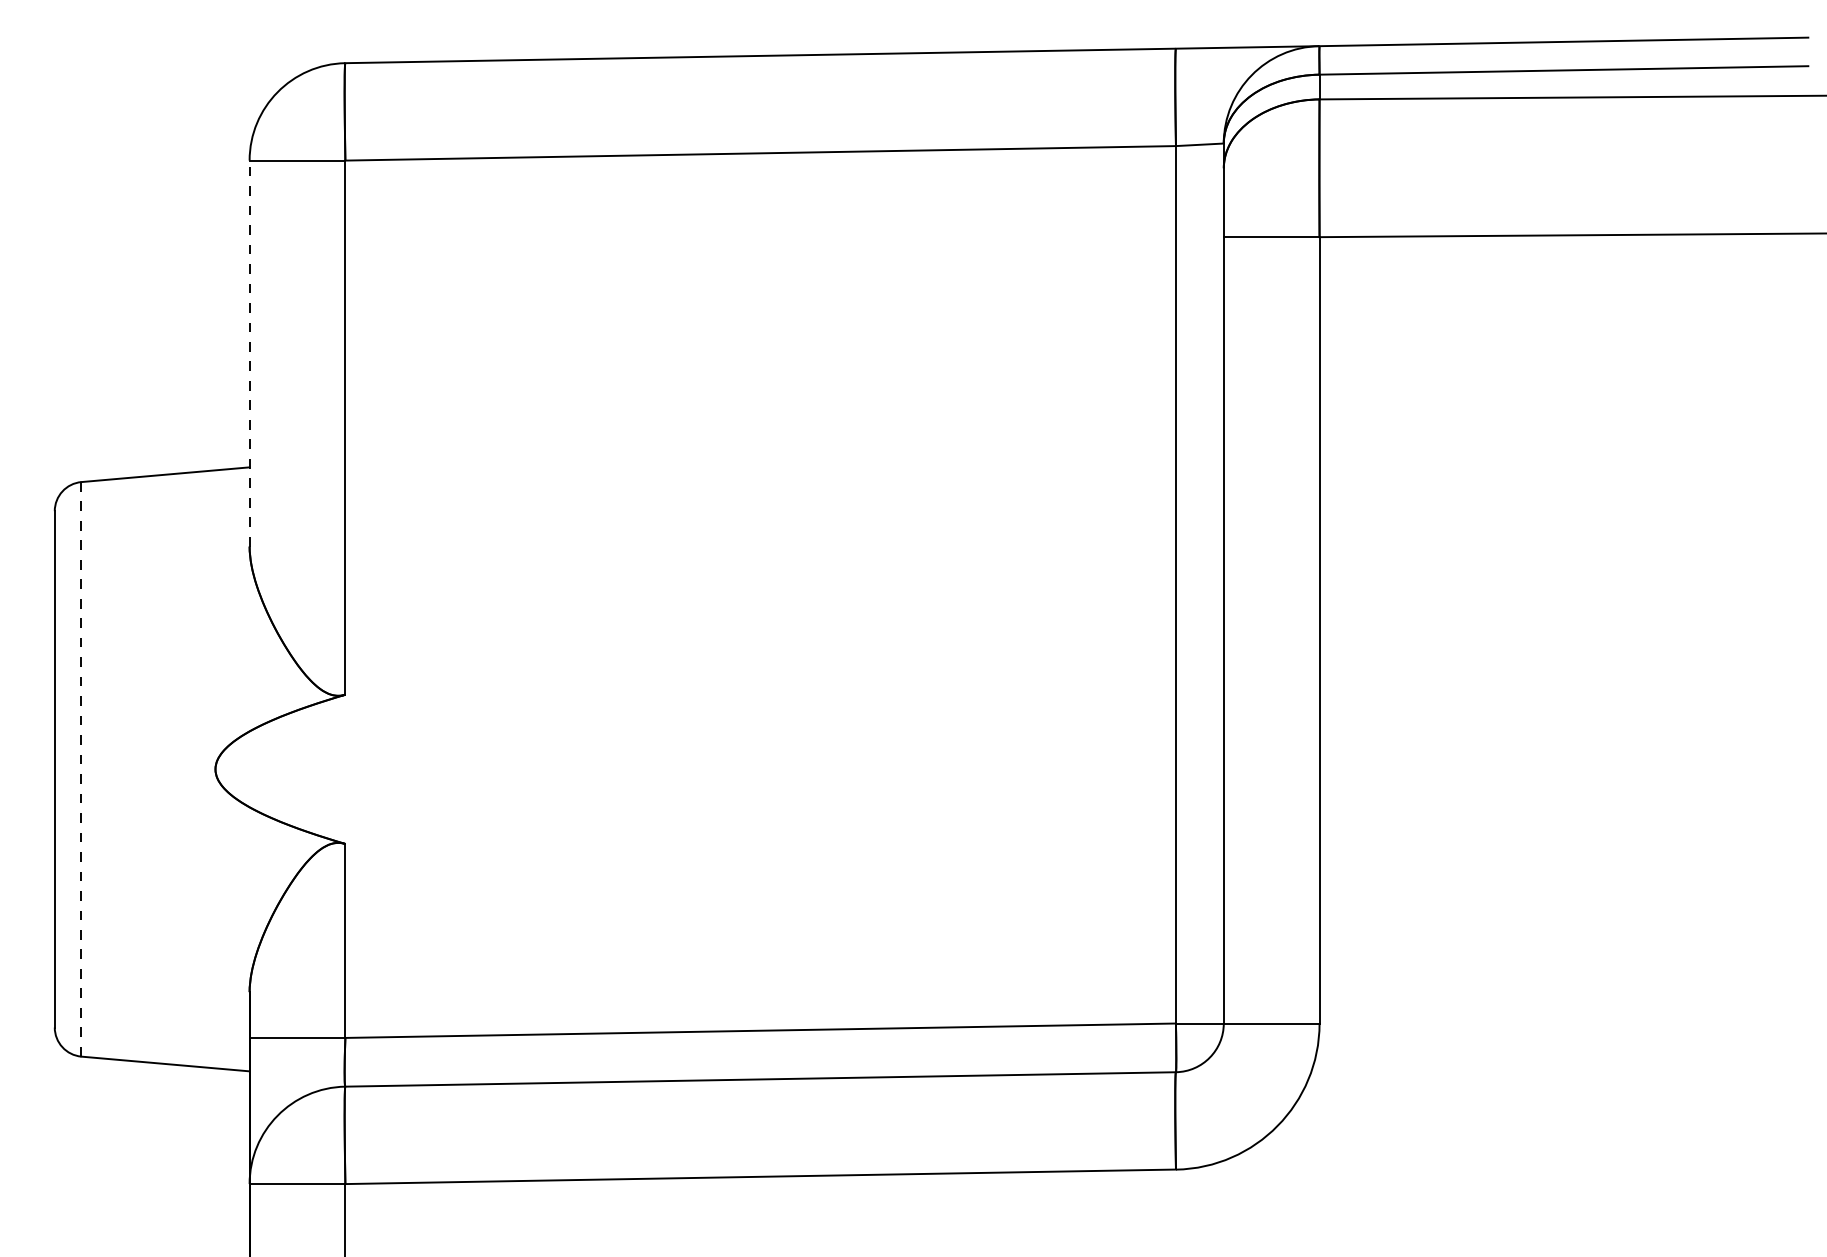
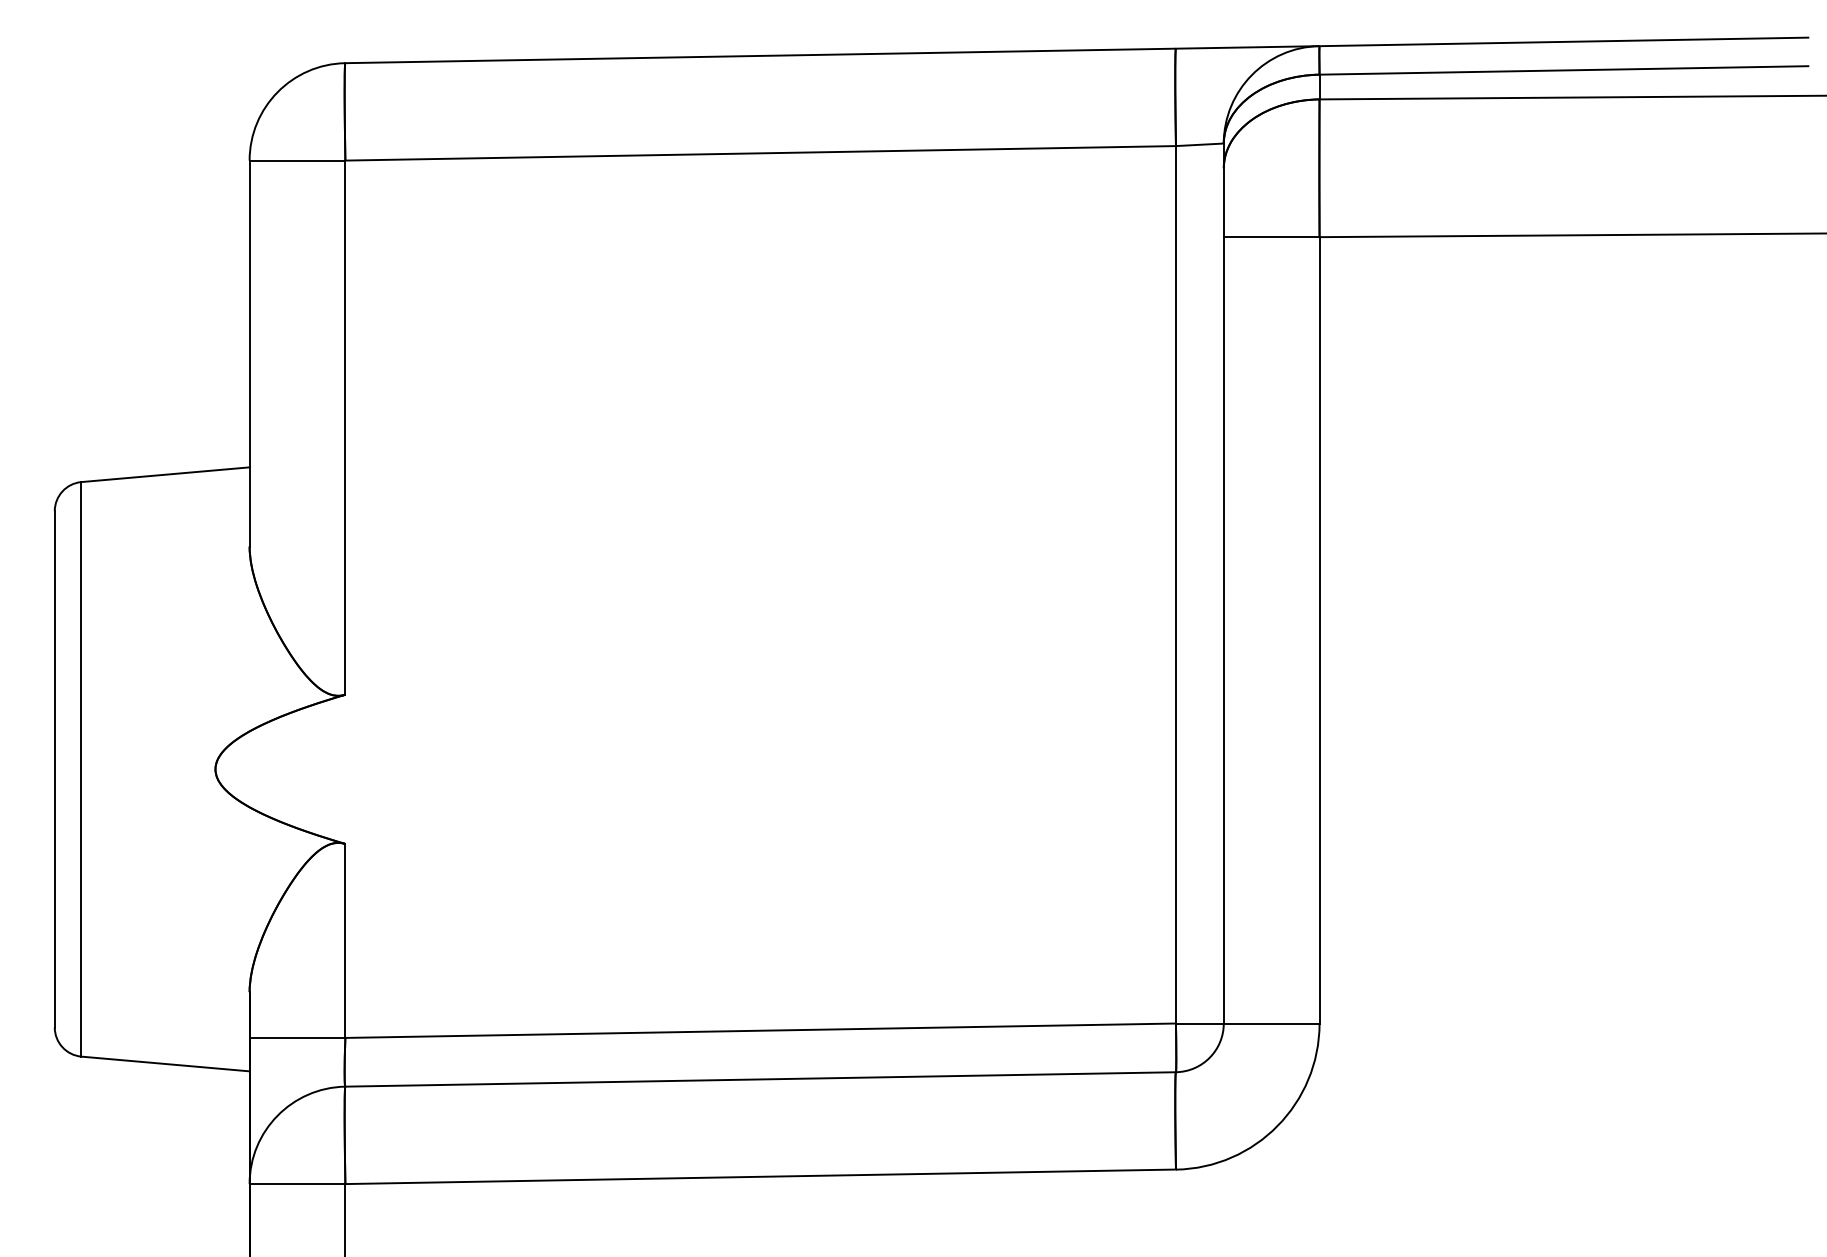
line at (249, 353): dashed -> solid
line at (81, 768): dashed -> solid
